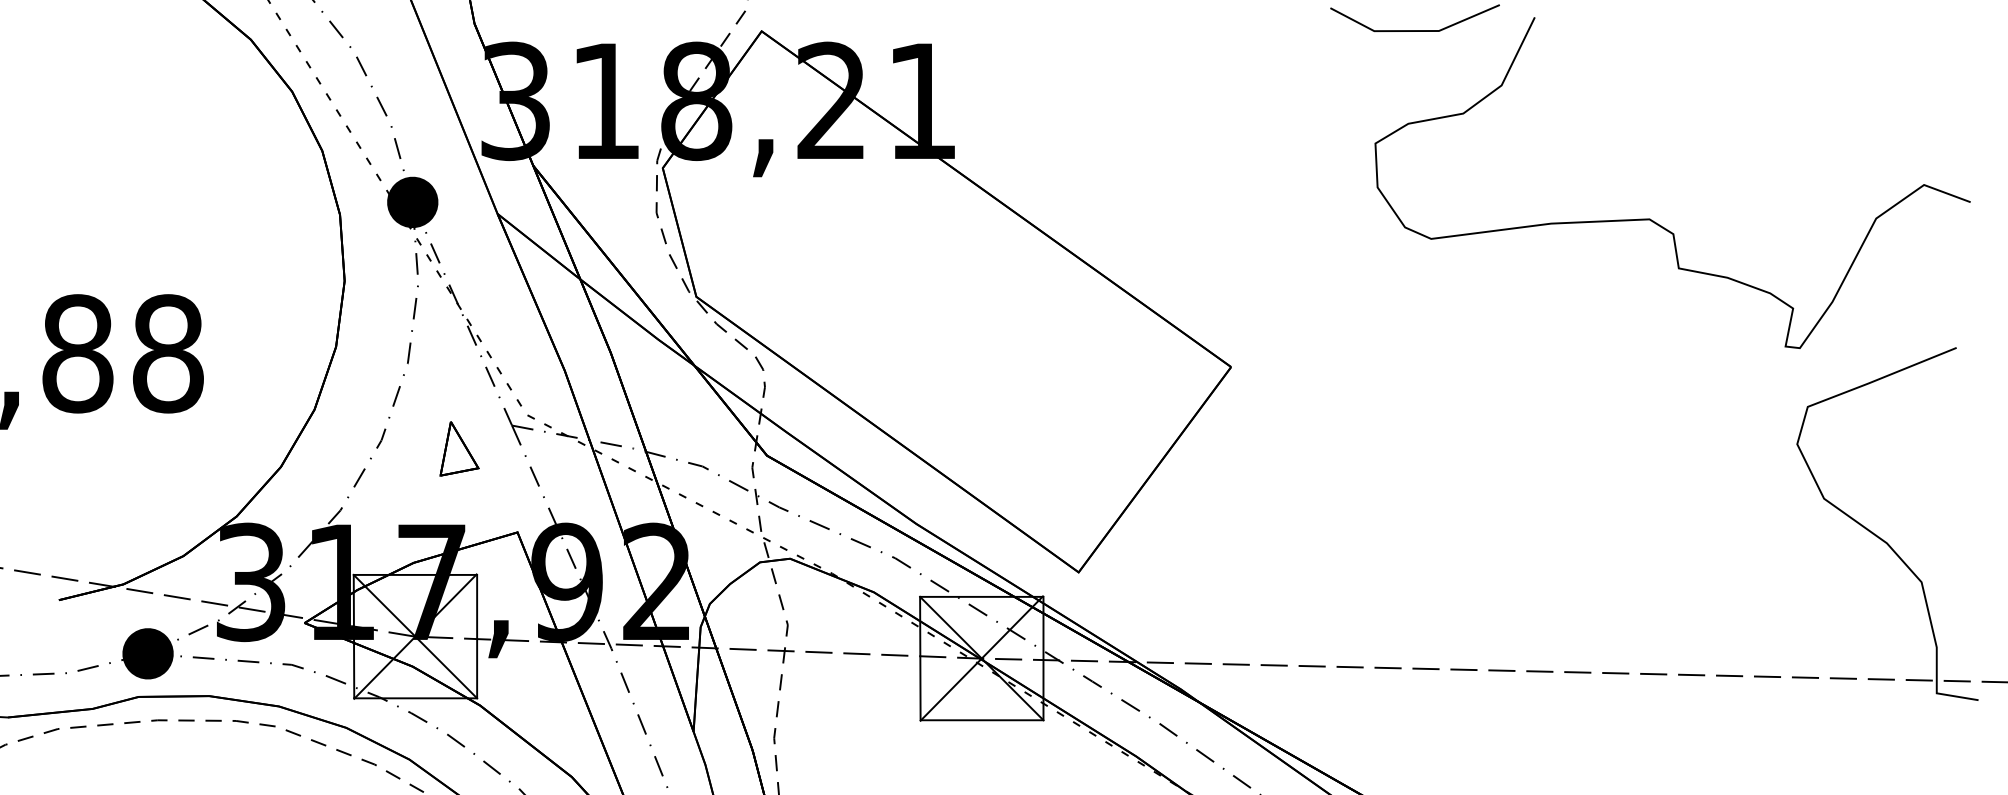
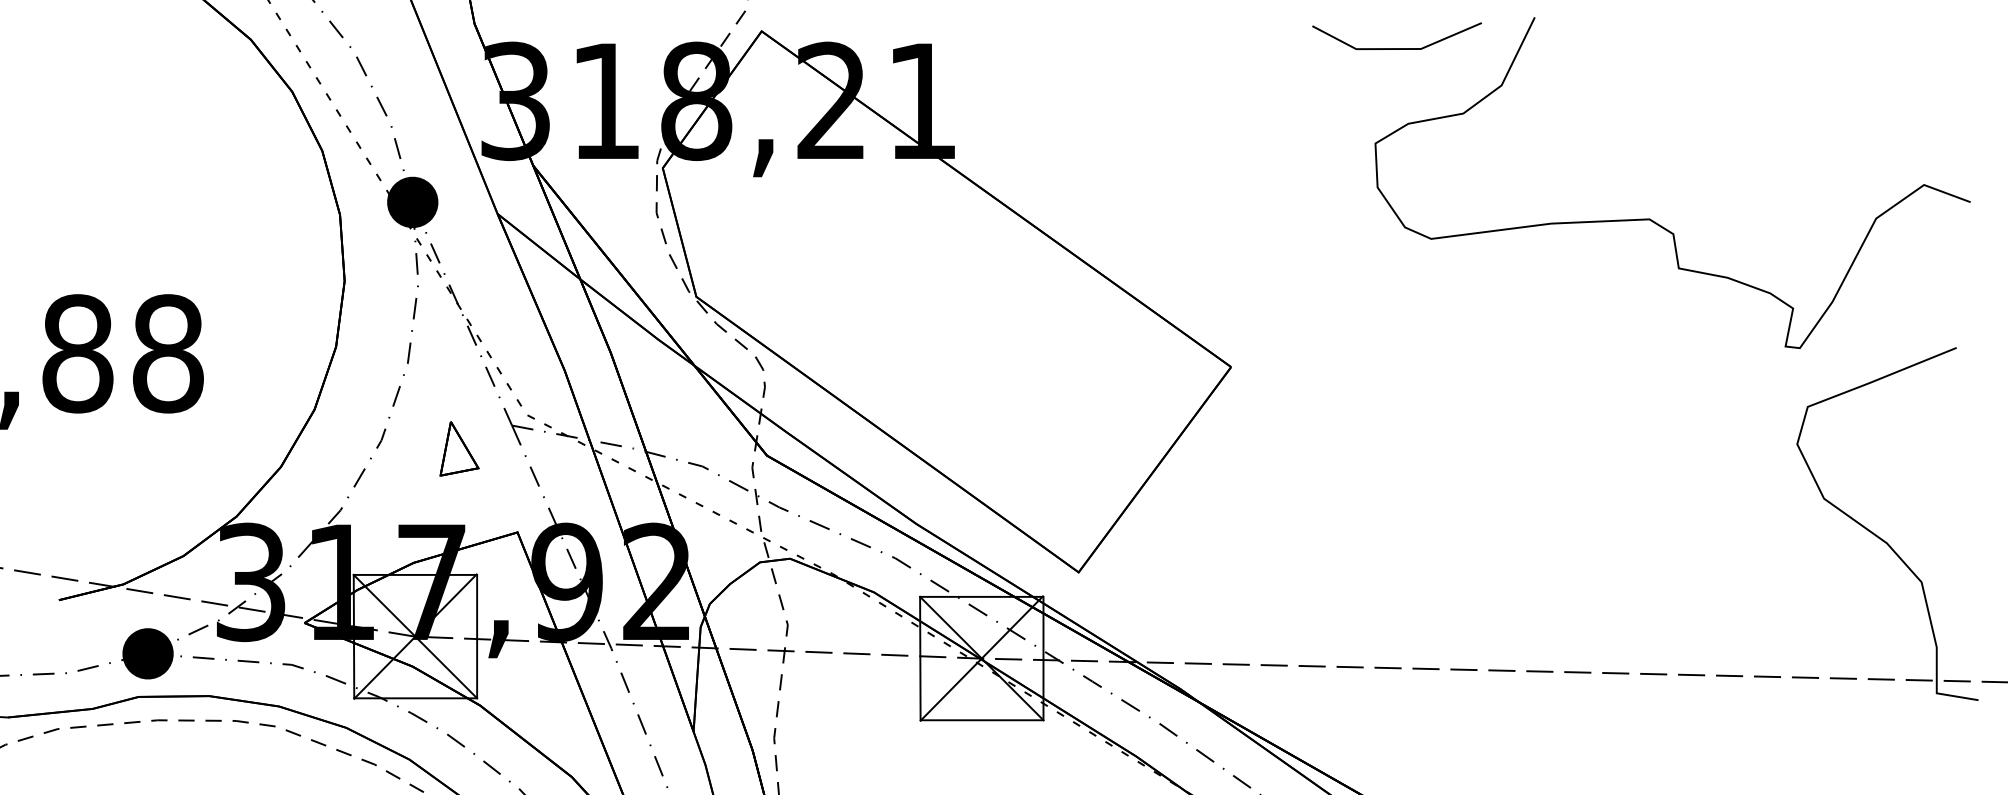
line at (1414, 30) position: (1414, 30) -> (1396, 48)
